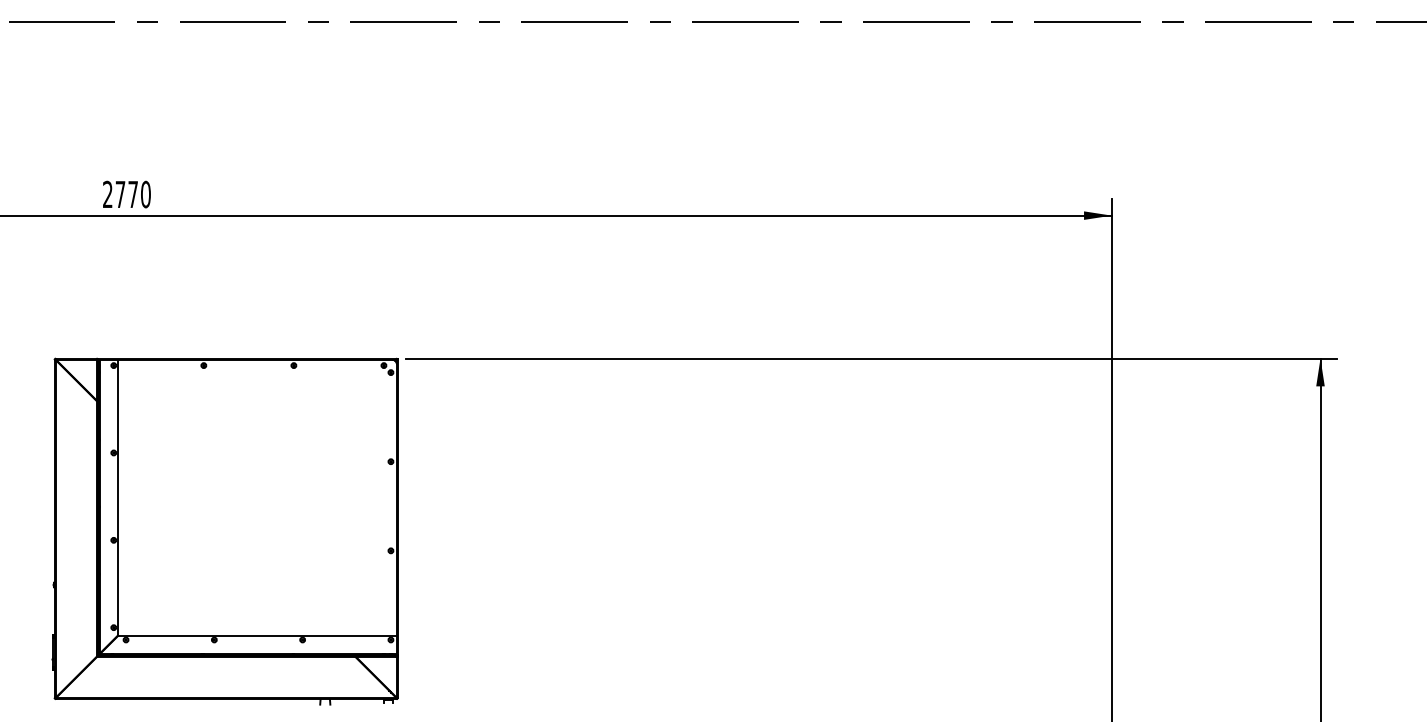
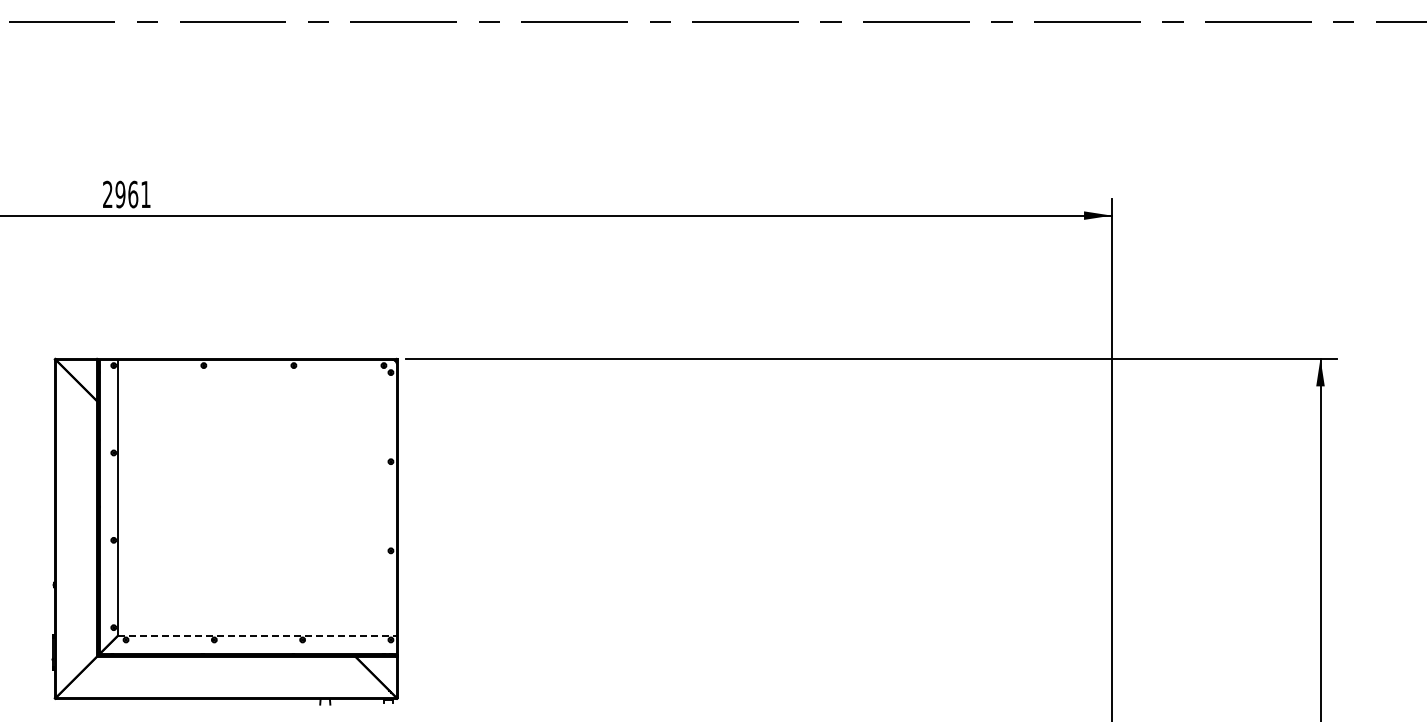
text at (132, 194): 2770 -> 2961
line at (257, 636): solid -> dashed
